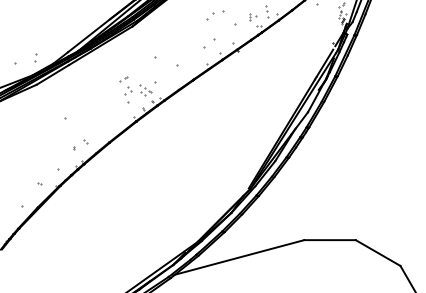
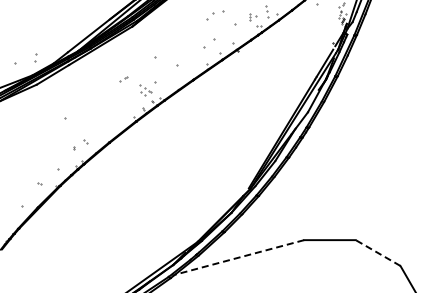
part at (128, 94): present -> none
line at (378, 253): solid -> dashed
line at (239, 257): solid -> dashed
